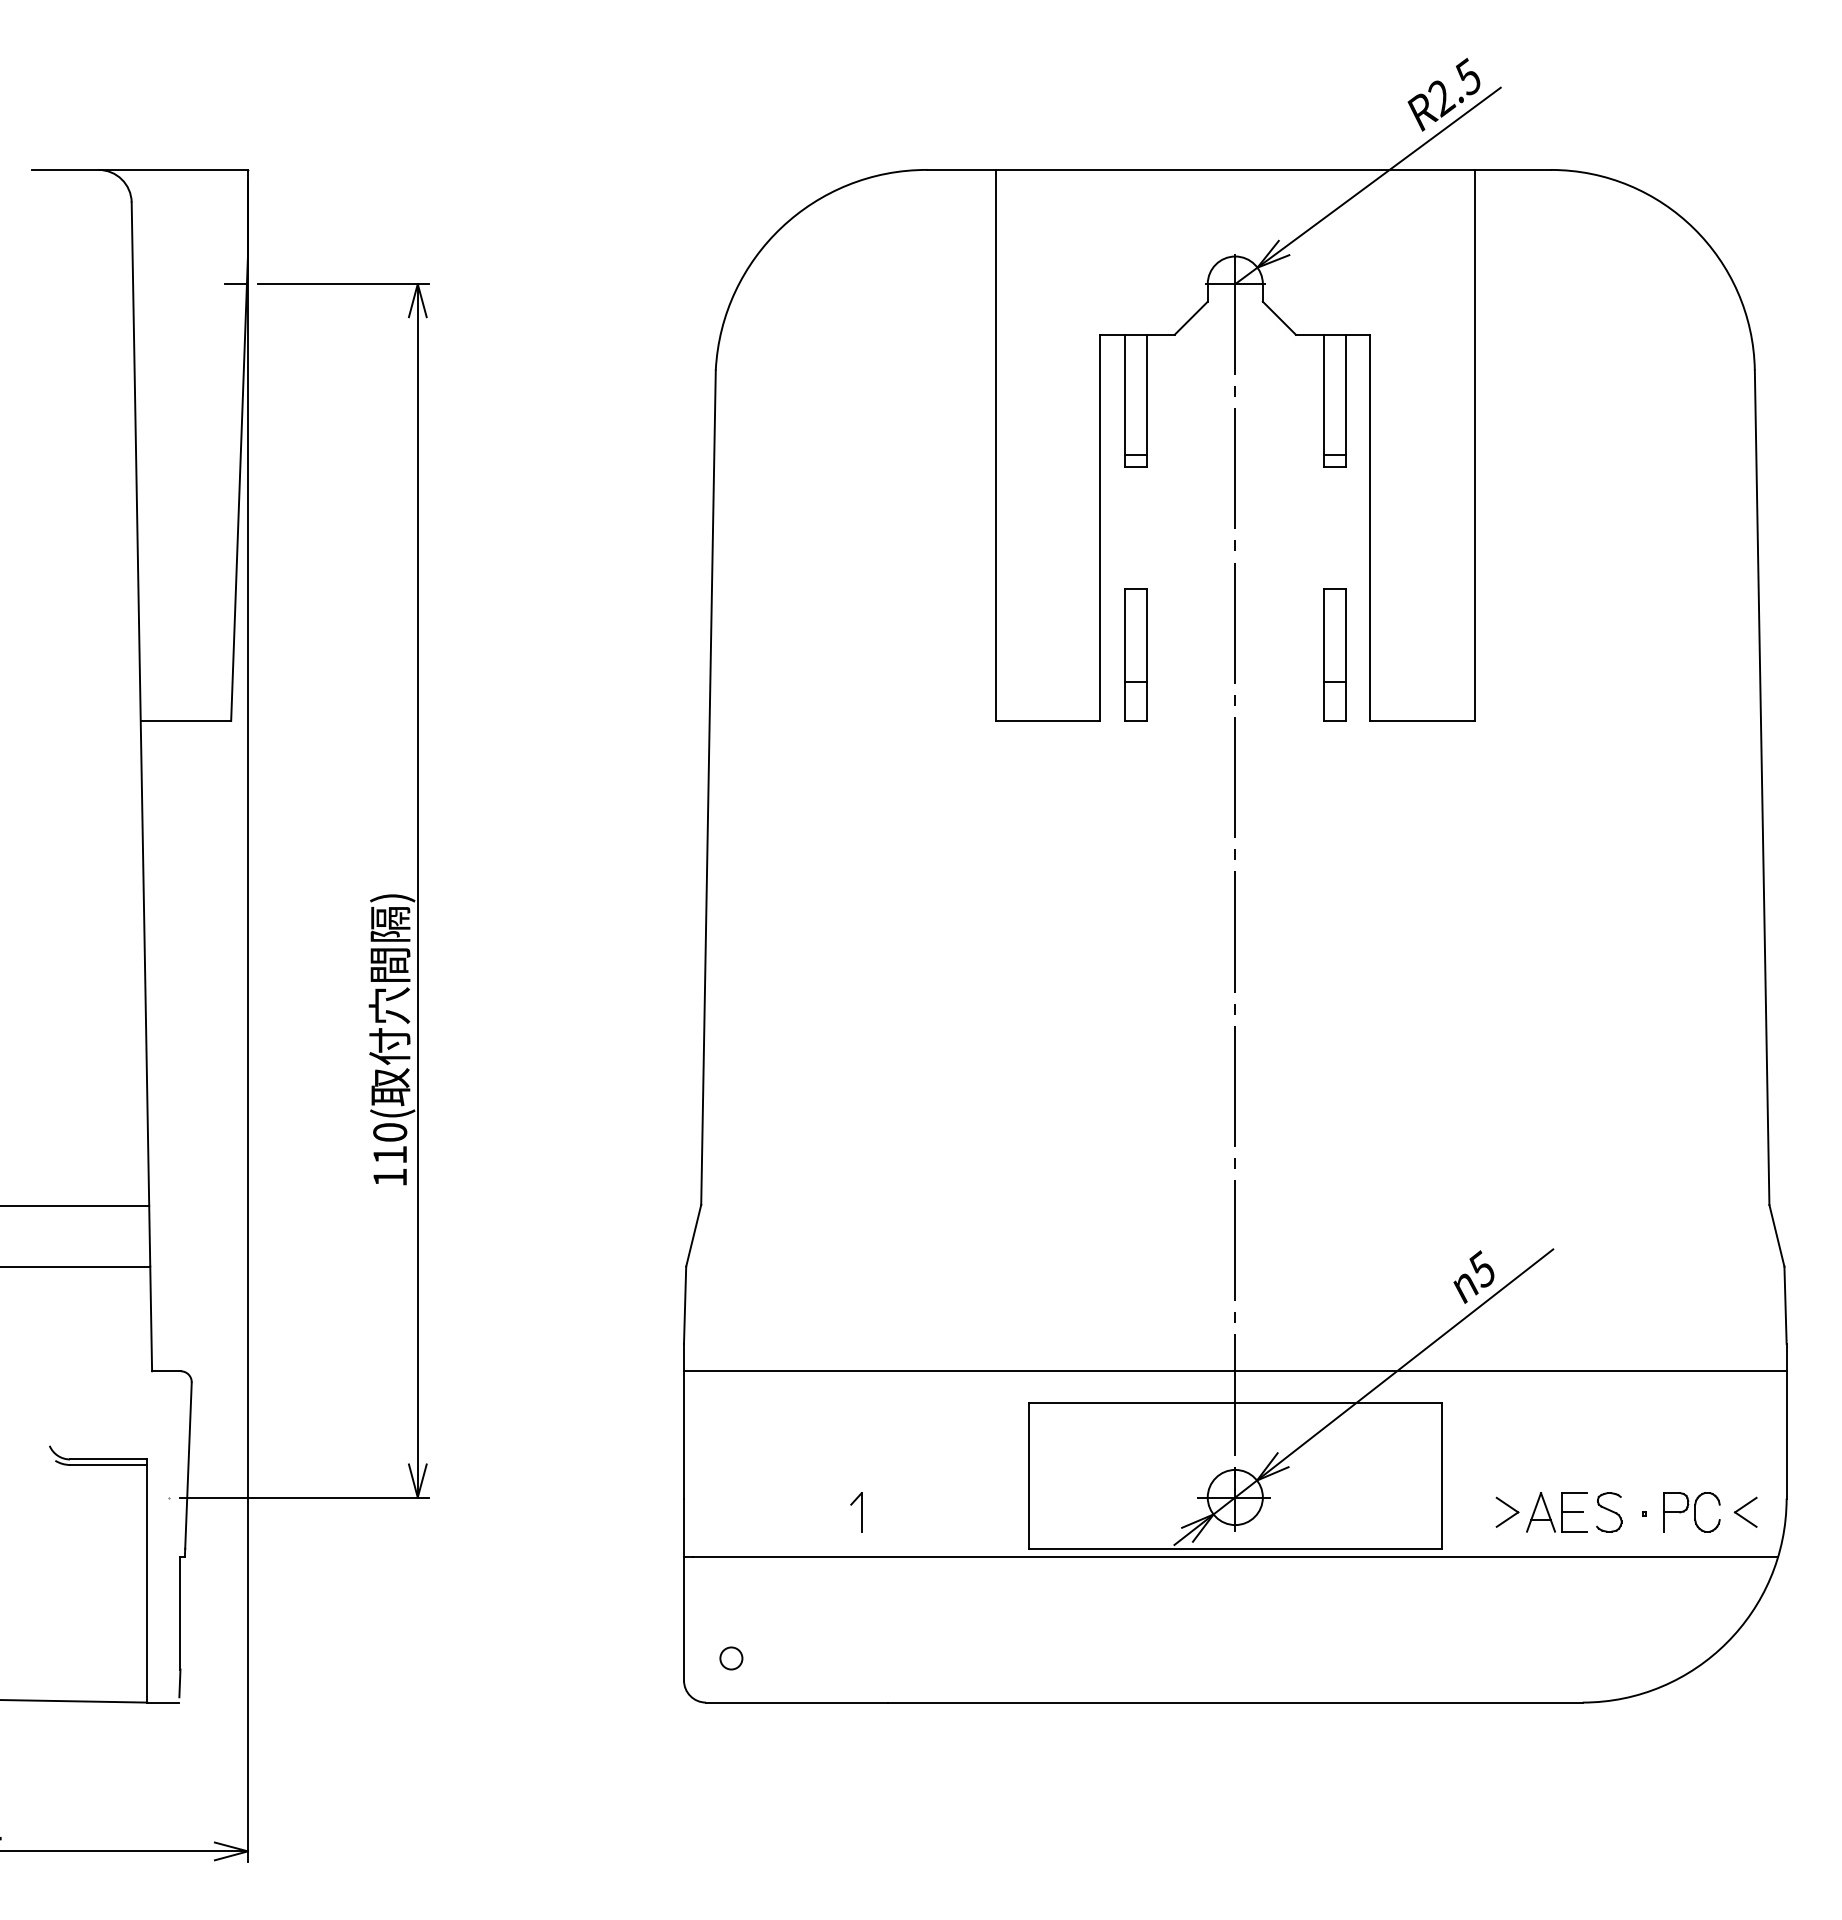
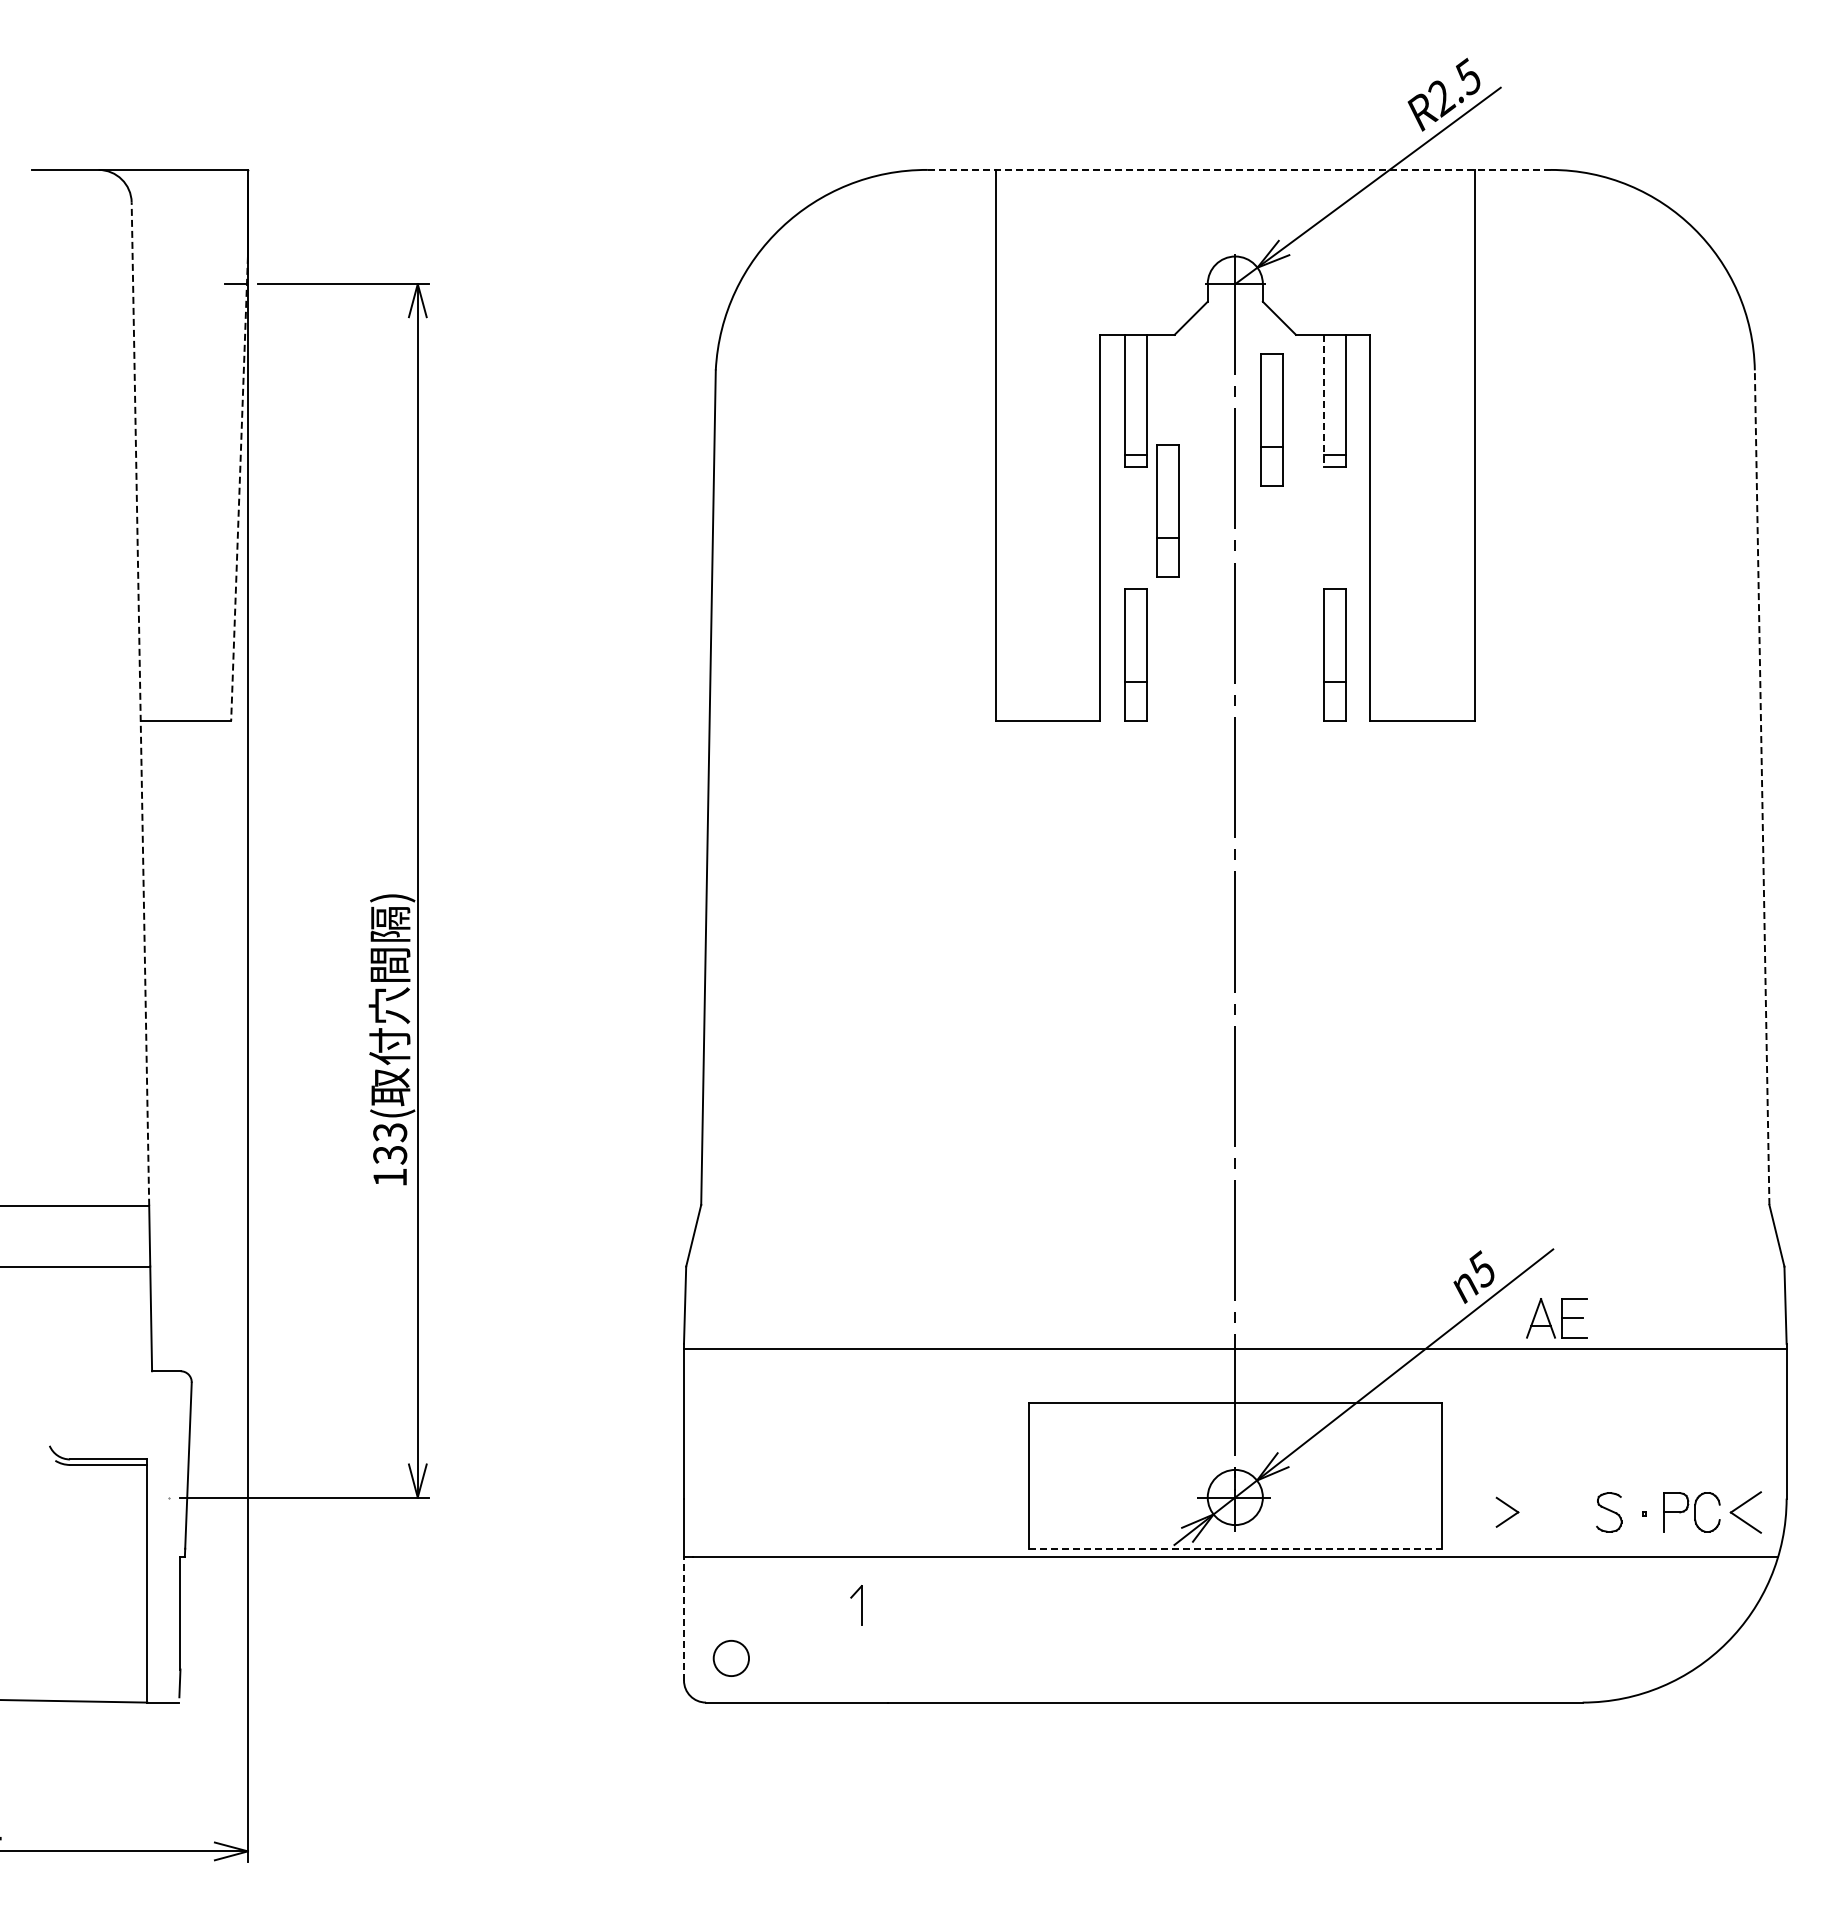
line at (1239, 169): solid -> dashed
line at (1323, 401): solid -> dashed
part at (1271, 419): none -> present
line at (239, 489): solid -> dashed
part at (1167, 510): none -> present
line at (140, 704): solid -> dashed
line at (1762, 787): solid -> dashed
text at (390, 1143): 110( -> 133(
line at (1235, 1371) position: (1235, 1371) -> (1235, 1349)
part at (1745, 1511) size: 25x32 px -> 33x43 px
part at (856, 1512) position: (856, 1512) -> (856, 1605)
part at (1556, 1512) position: (1556, 1512) -> (1556, 1318)
line at (1235, 1548): solid -> dashed
line at (684, 1618): solid -> dashed
circle at (731, 1658) size: 25x25 px -> 38x37 px
